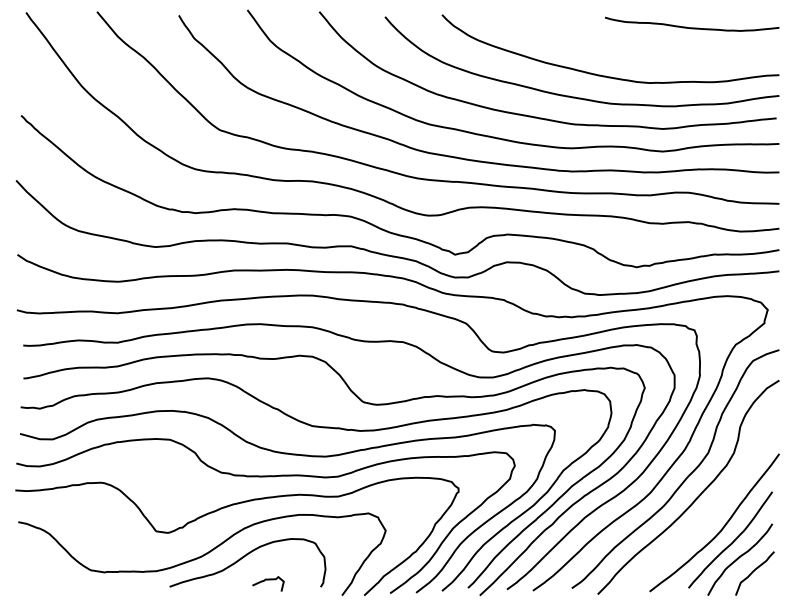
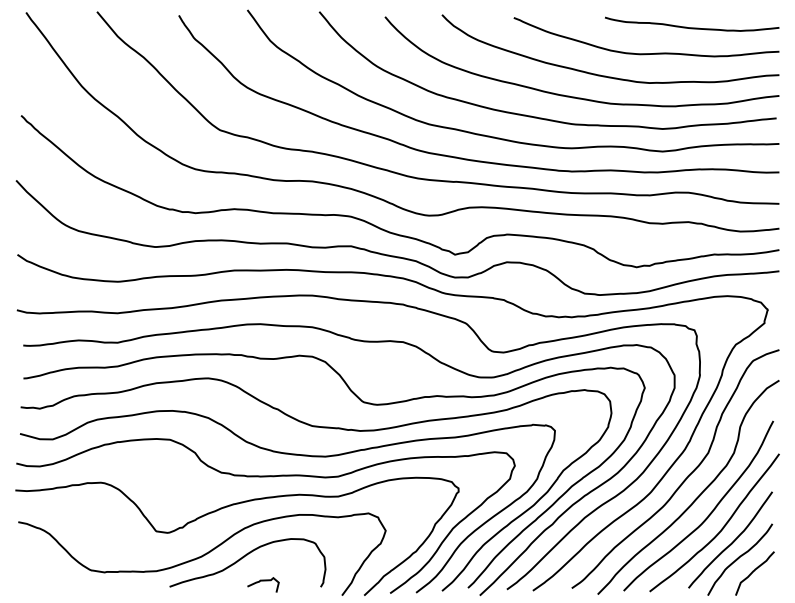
curve at (646, 53): none -> present
curve at (708, 514): none -> present
curve at (268, 580) position: (268, 580) -> (263, 581)
